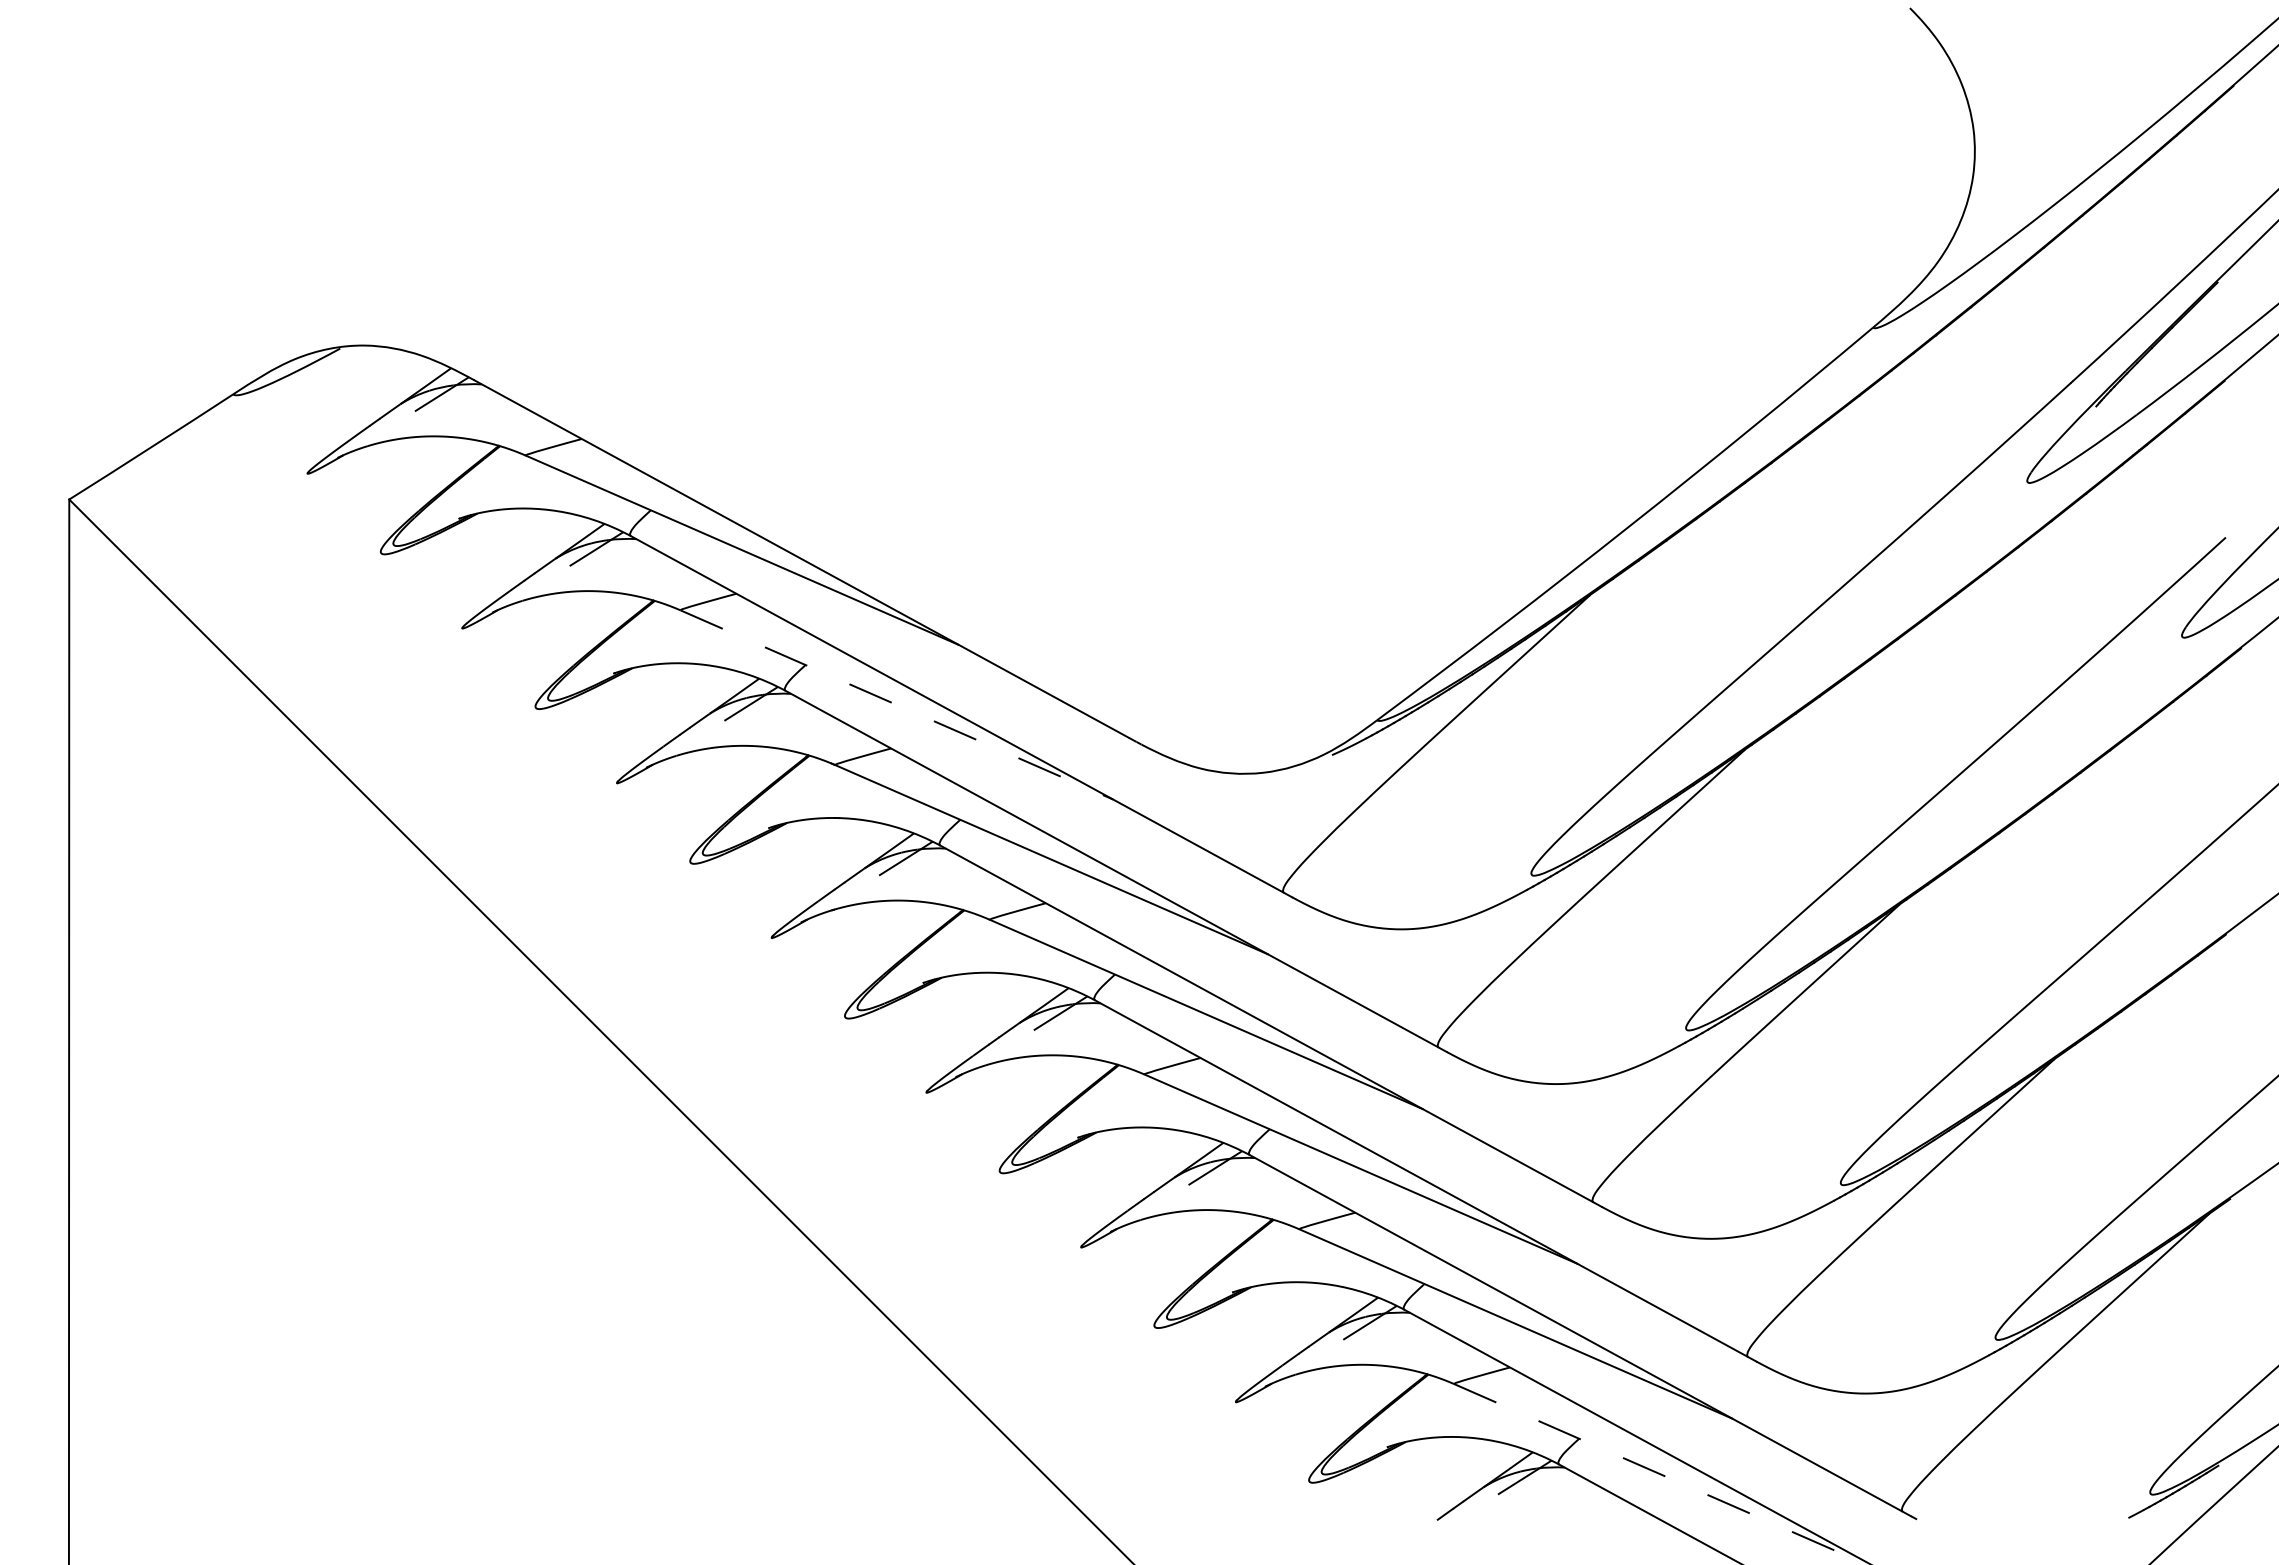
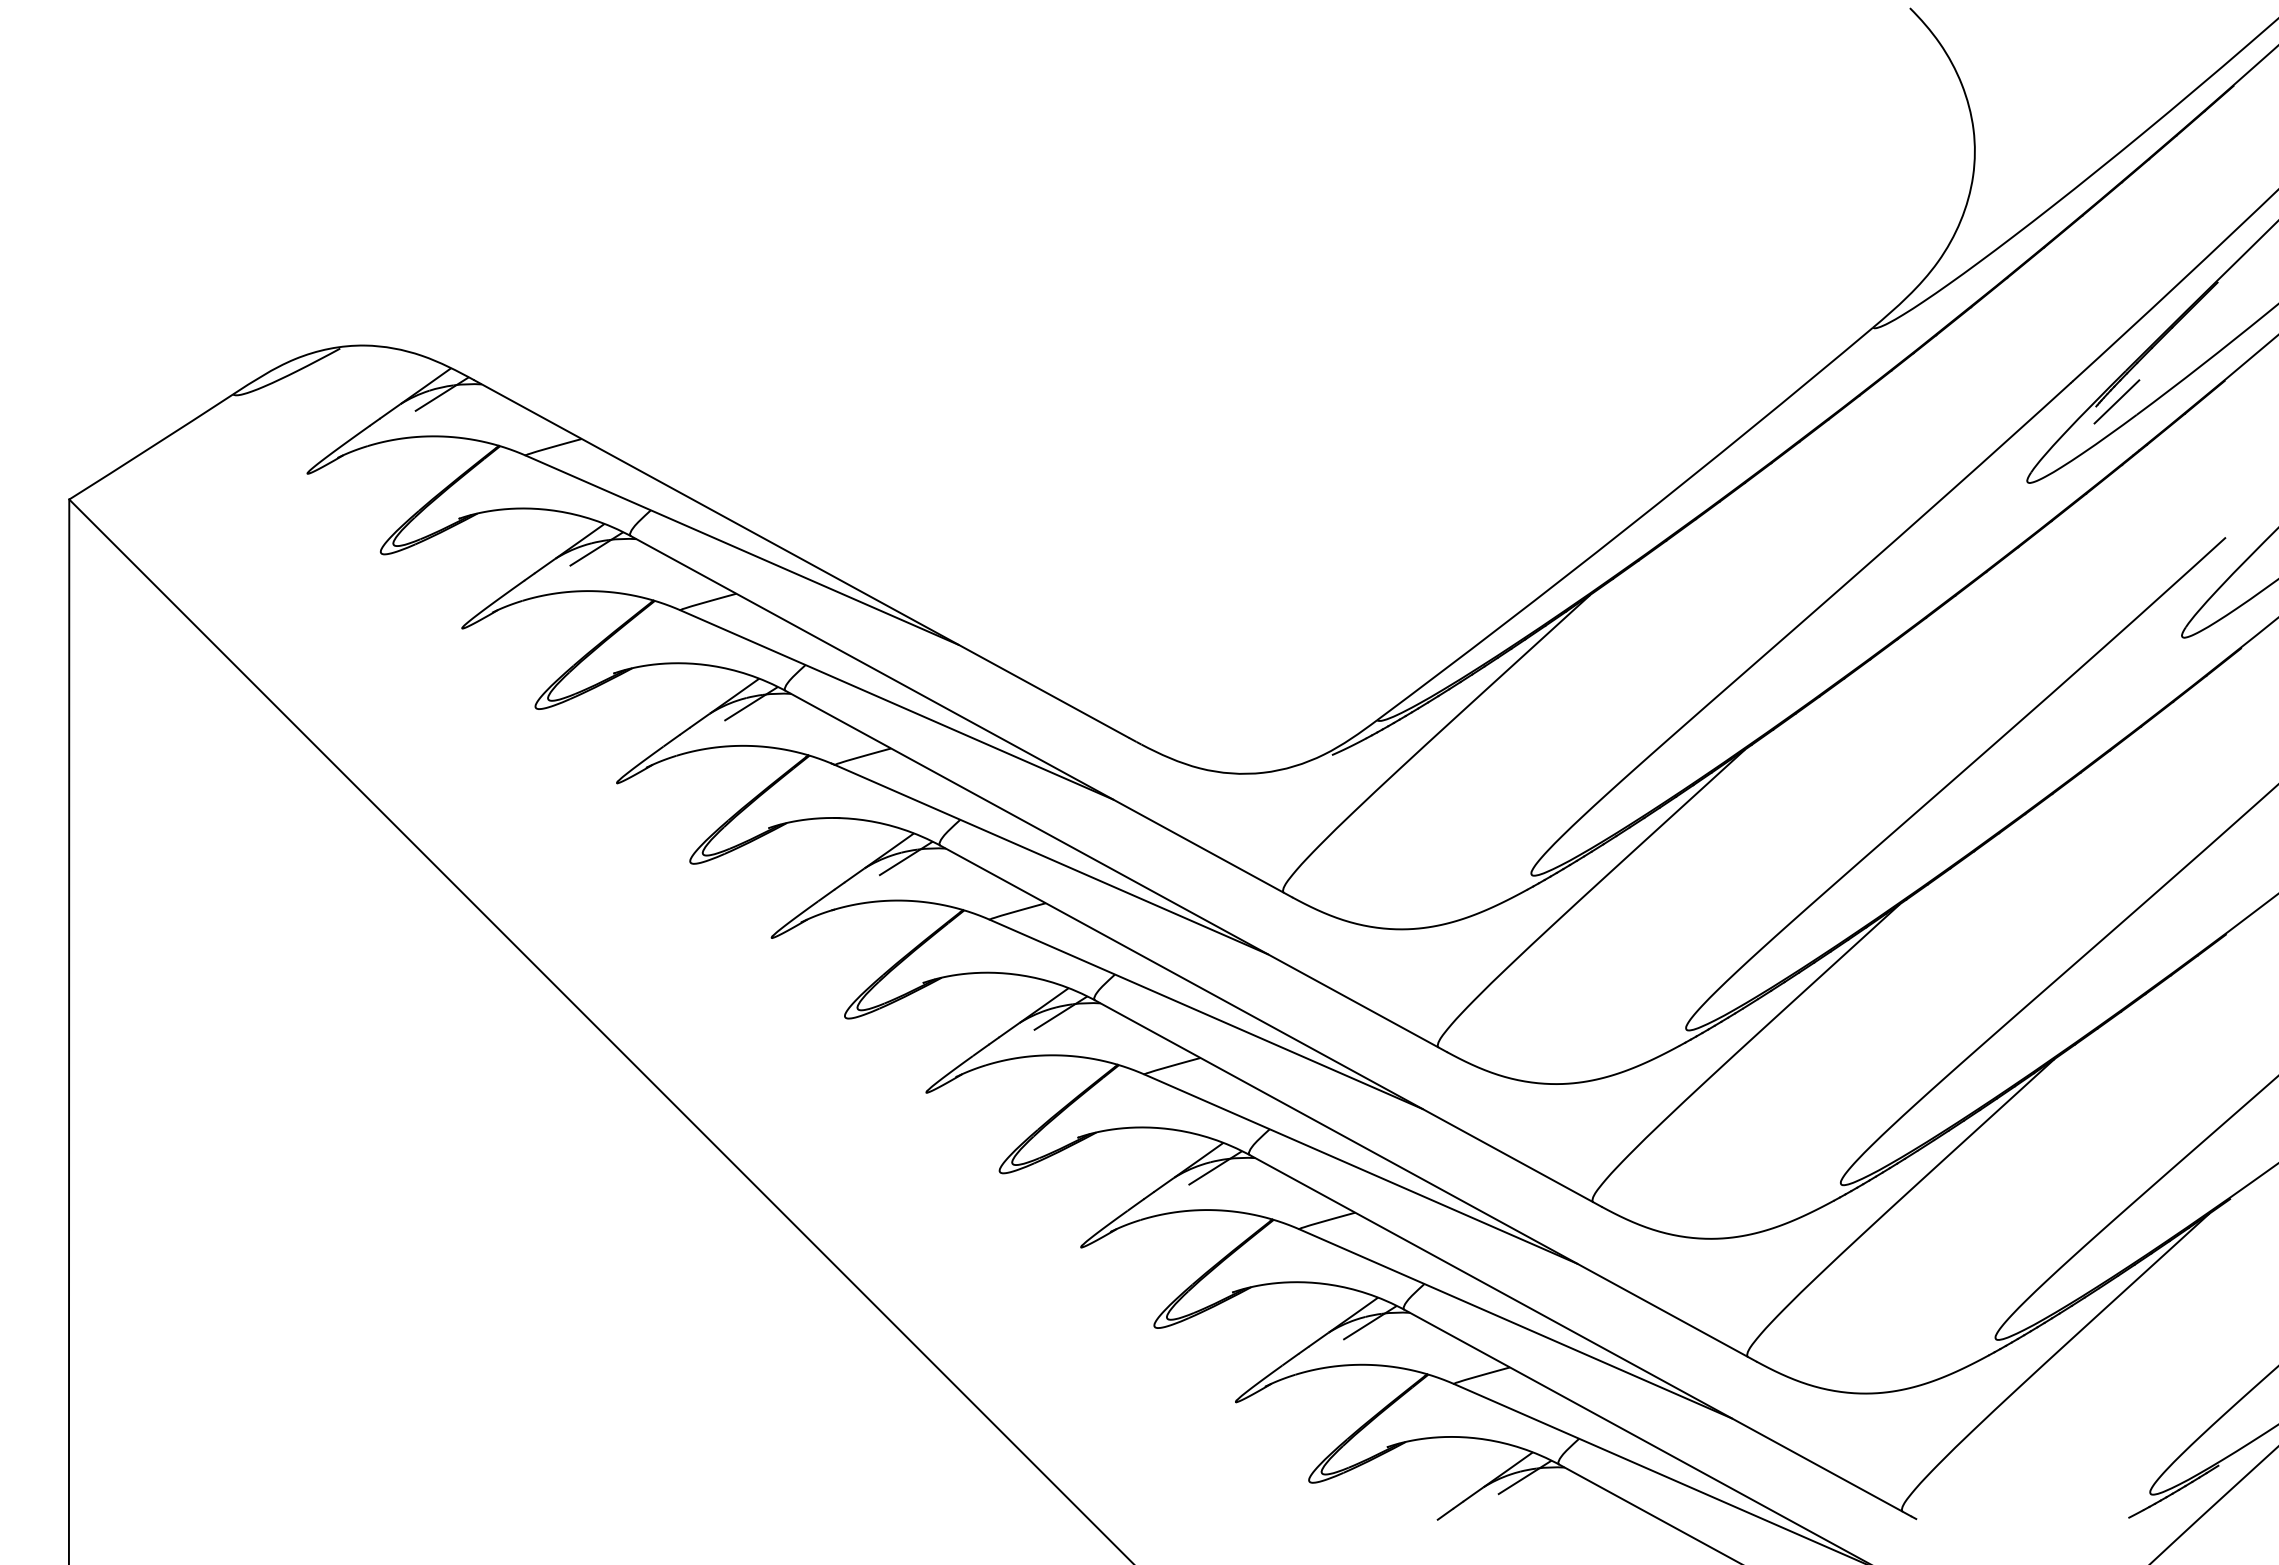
line at (2116, 401): none -> present
line at (897, 705): dashed -> solid
line at (1660, 1474): dashed -> solid
